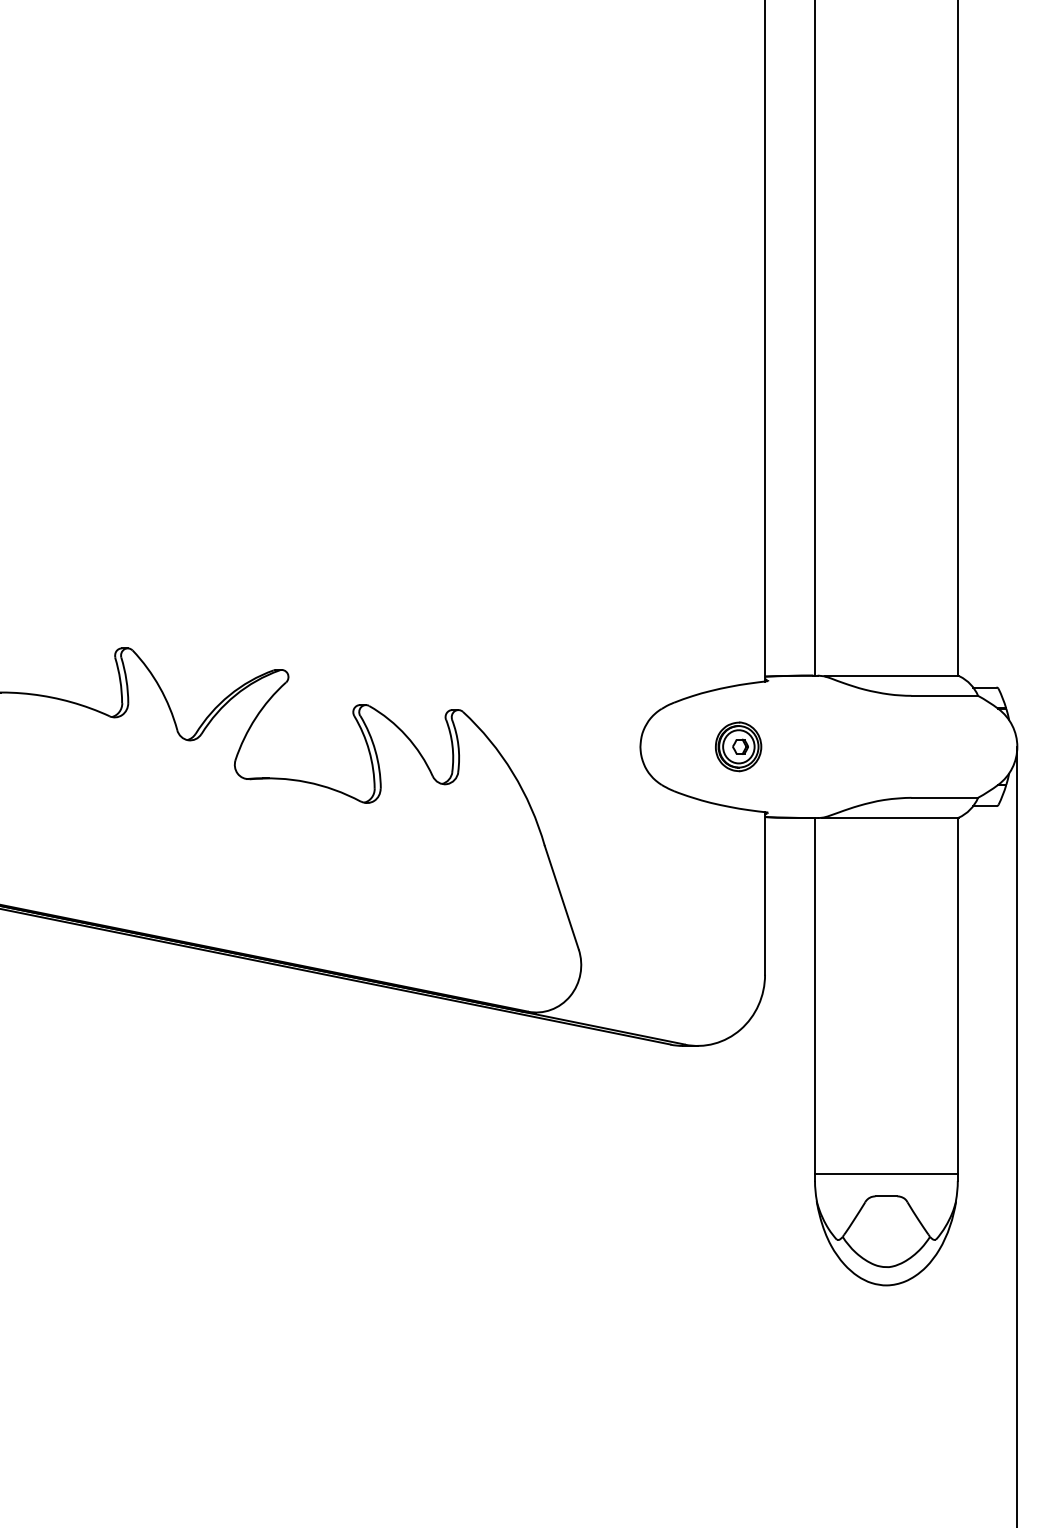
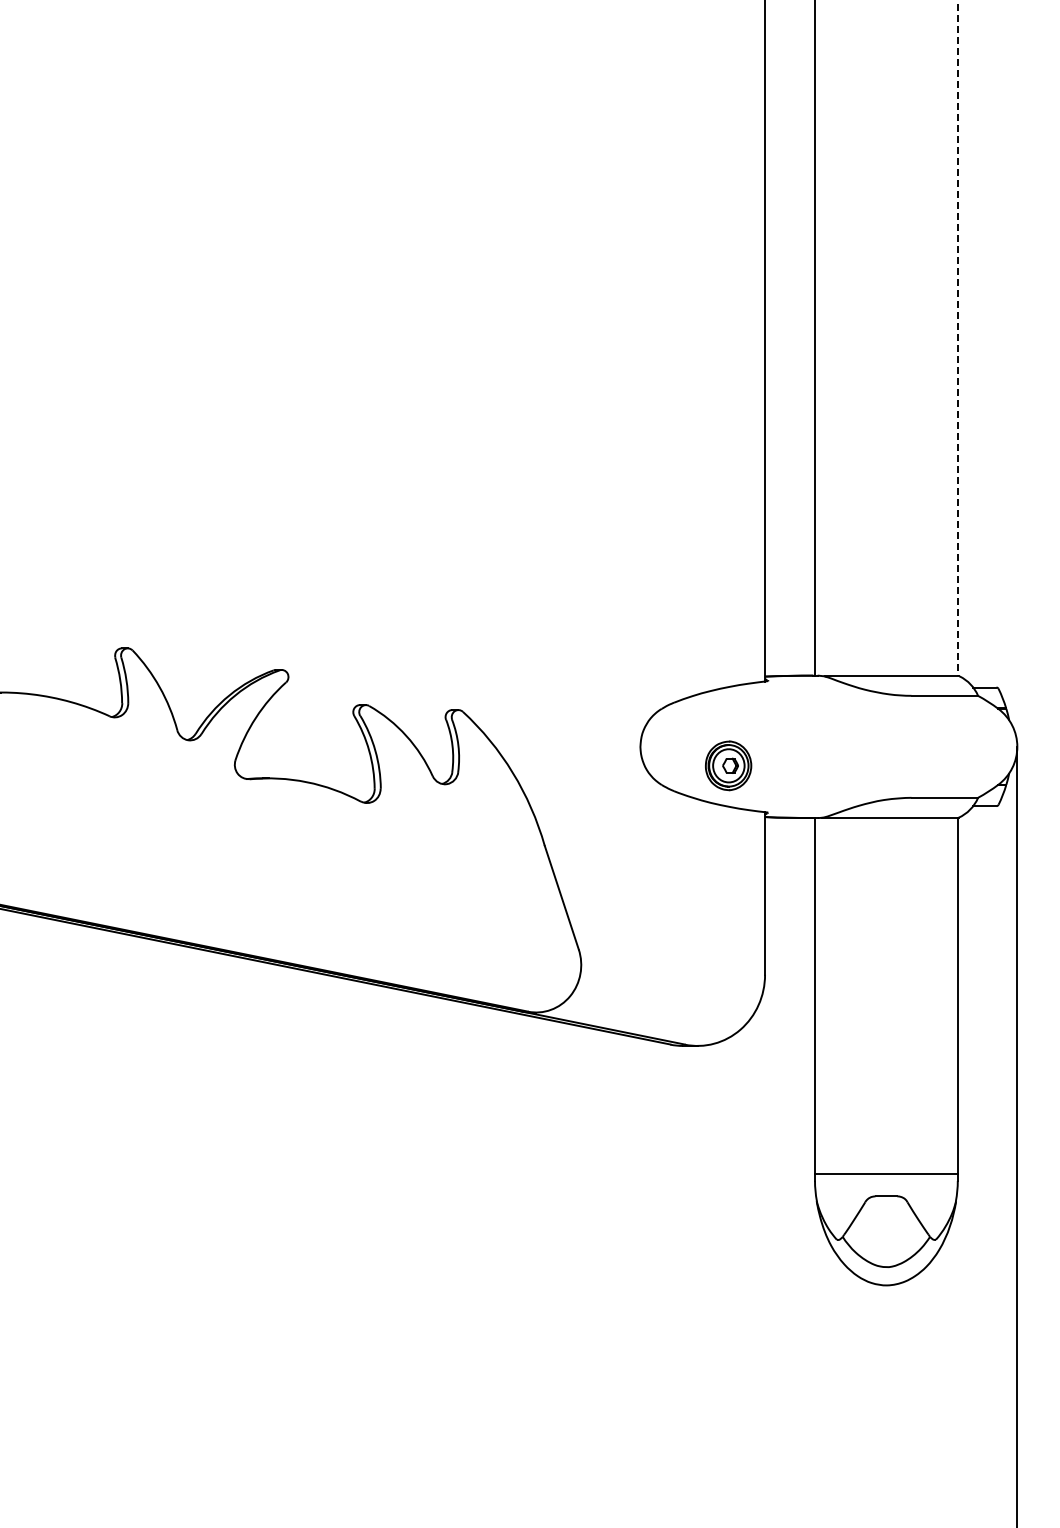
line at (957, 338): solid -> dashed
part at (738, 746) position: (738, 746) -> (728, 765)
